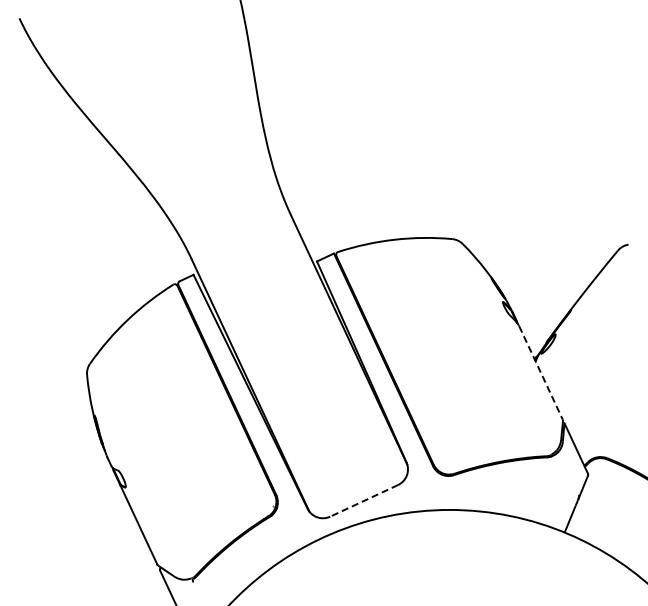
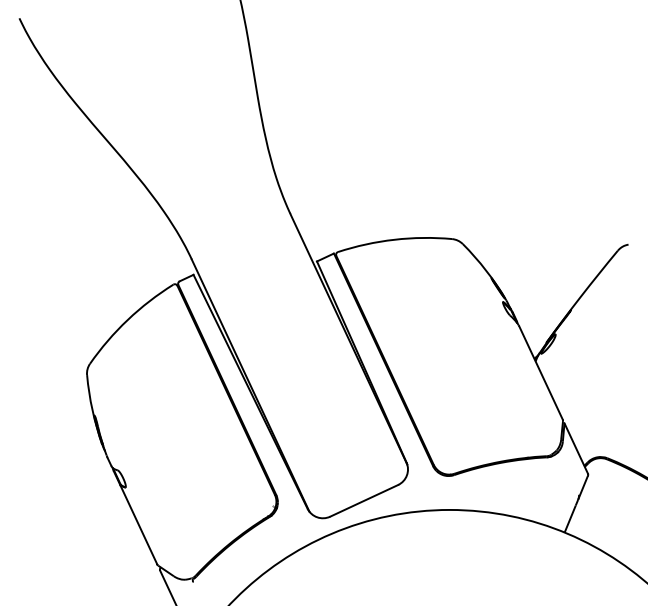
line at (541, 373): dashed -> solid
line at (363, 501): dashed -> solid
